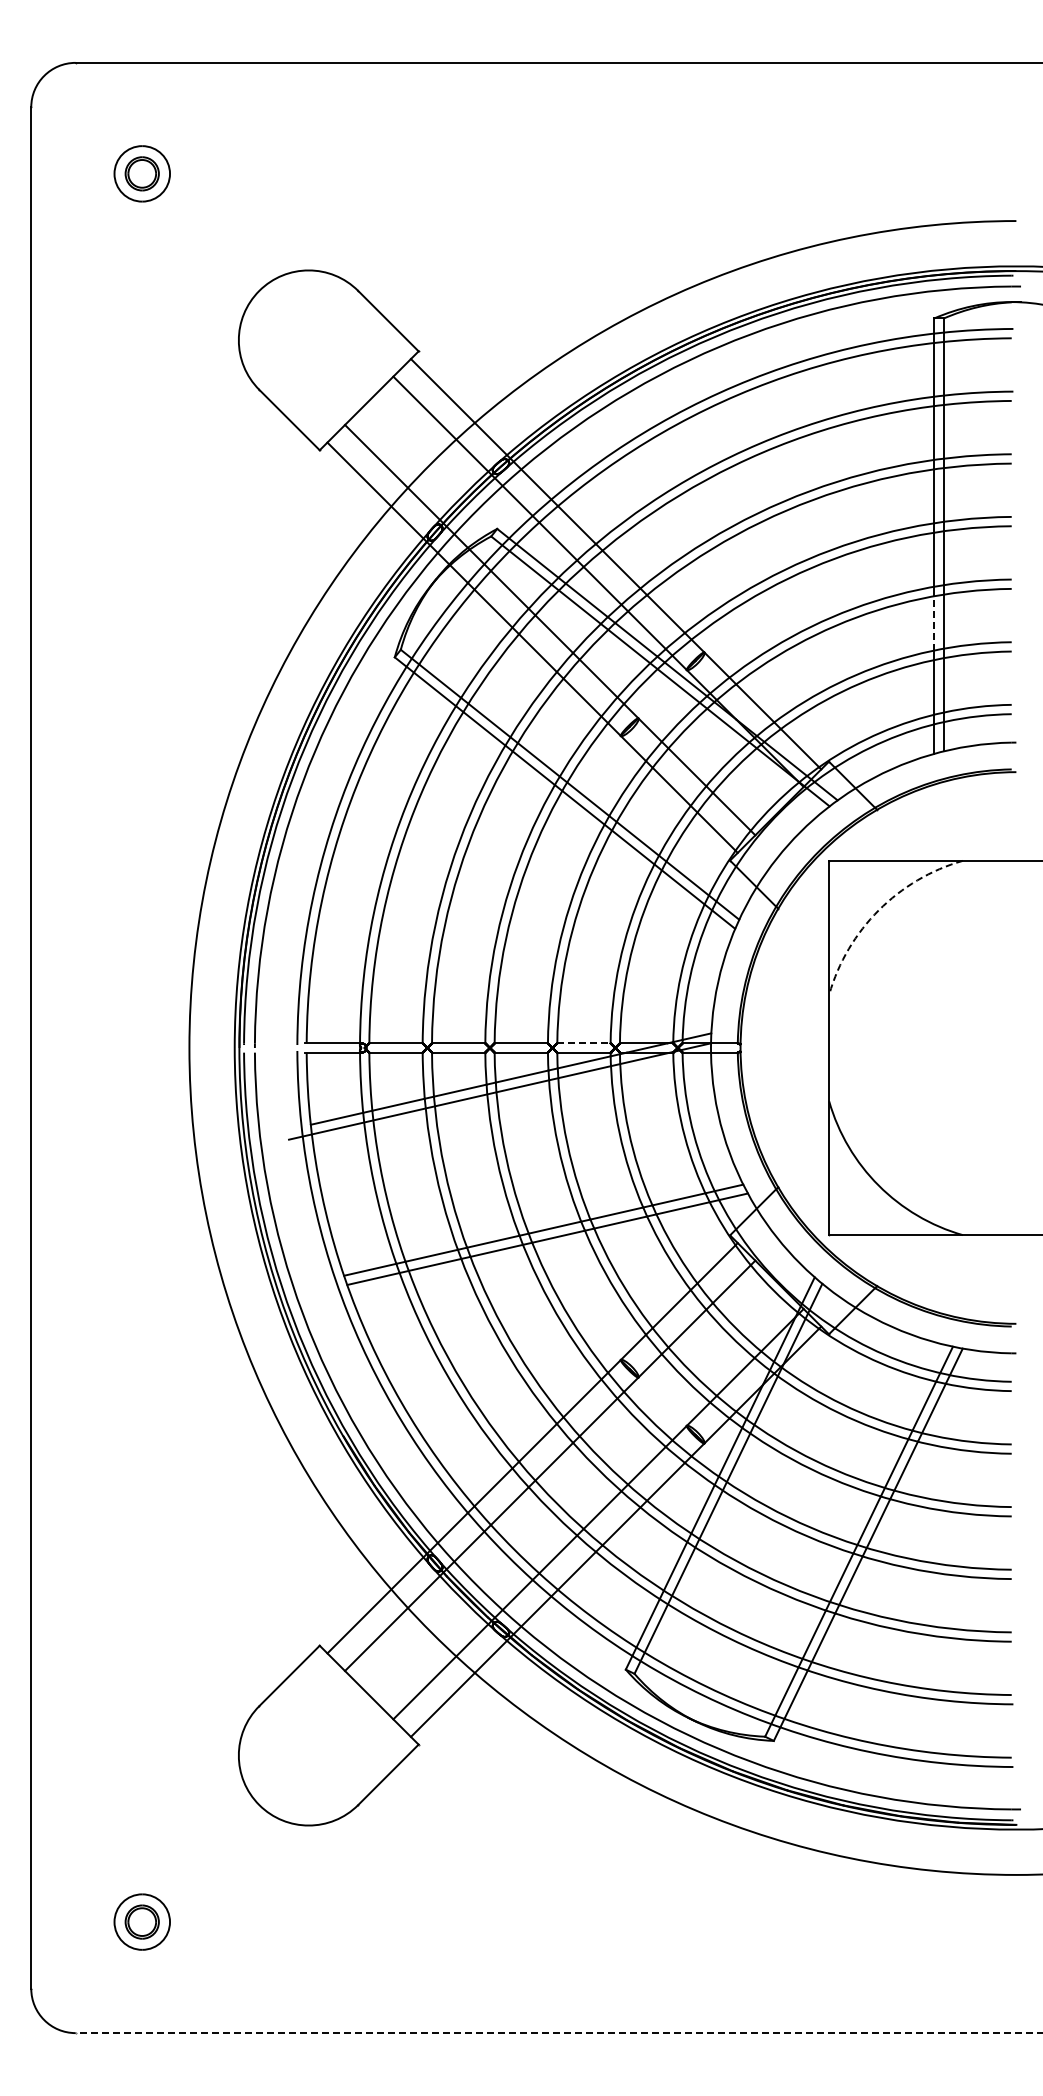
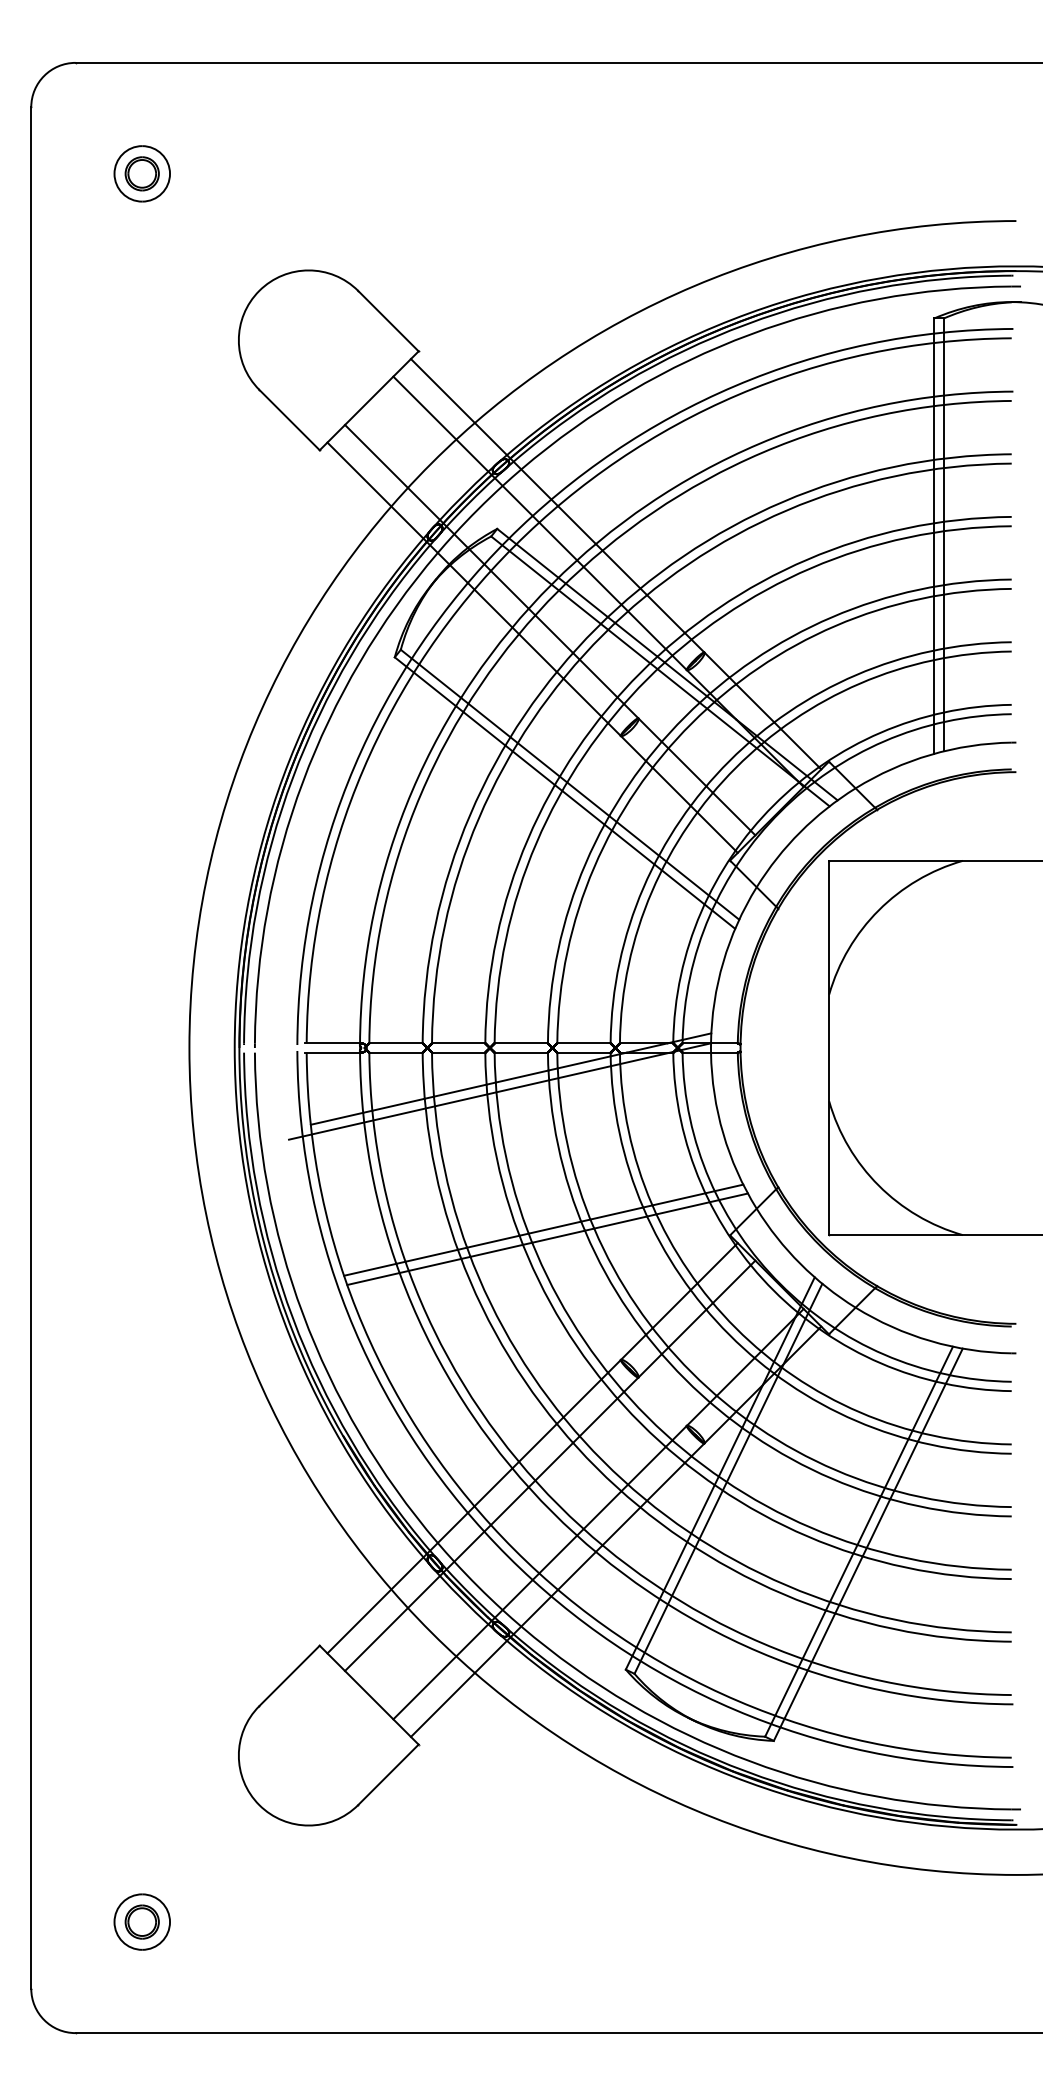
line at (934, 622): dashed -> solid
arc at (878, 910): dashed -> solid
line at (583, 1043): dashed -> solid
line at (558, 2033): dashed -> solid
